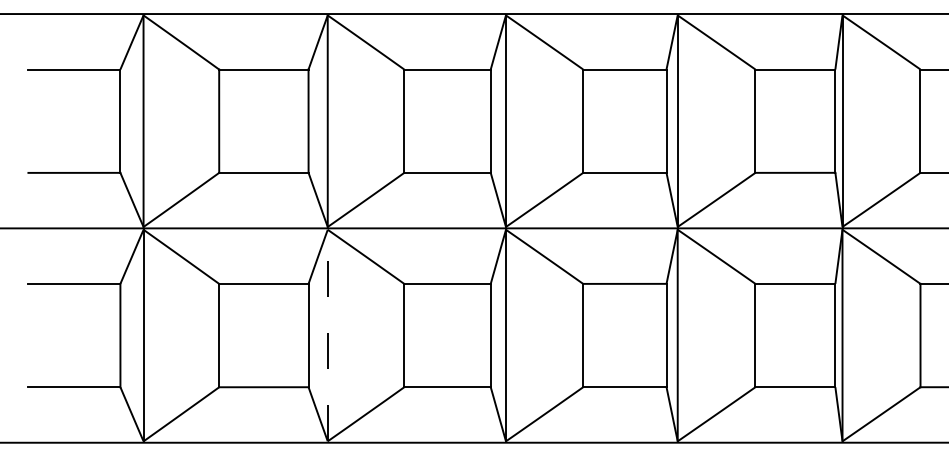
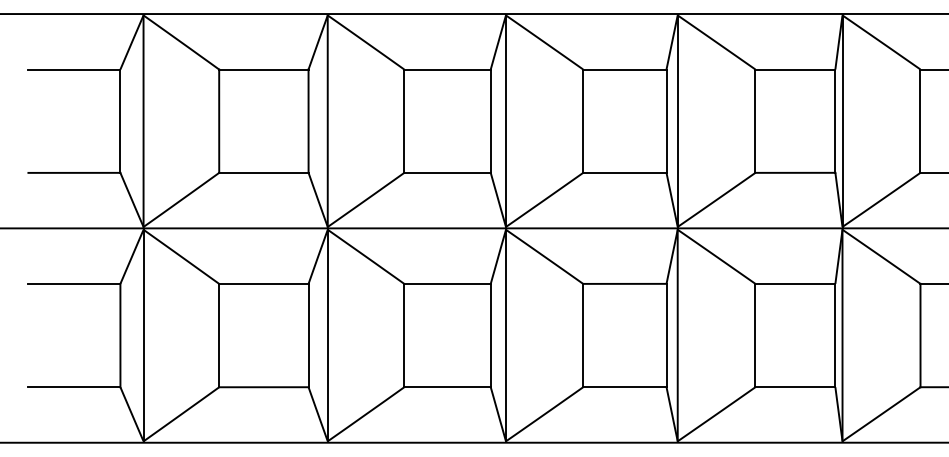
line at (327, 335): dashed -> solid
